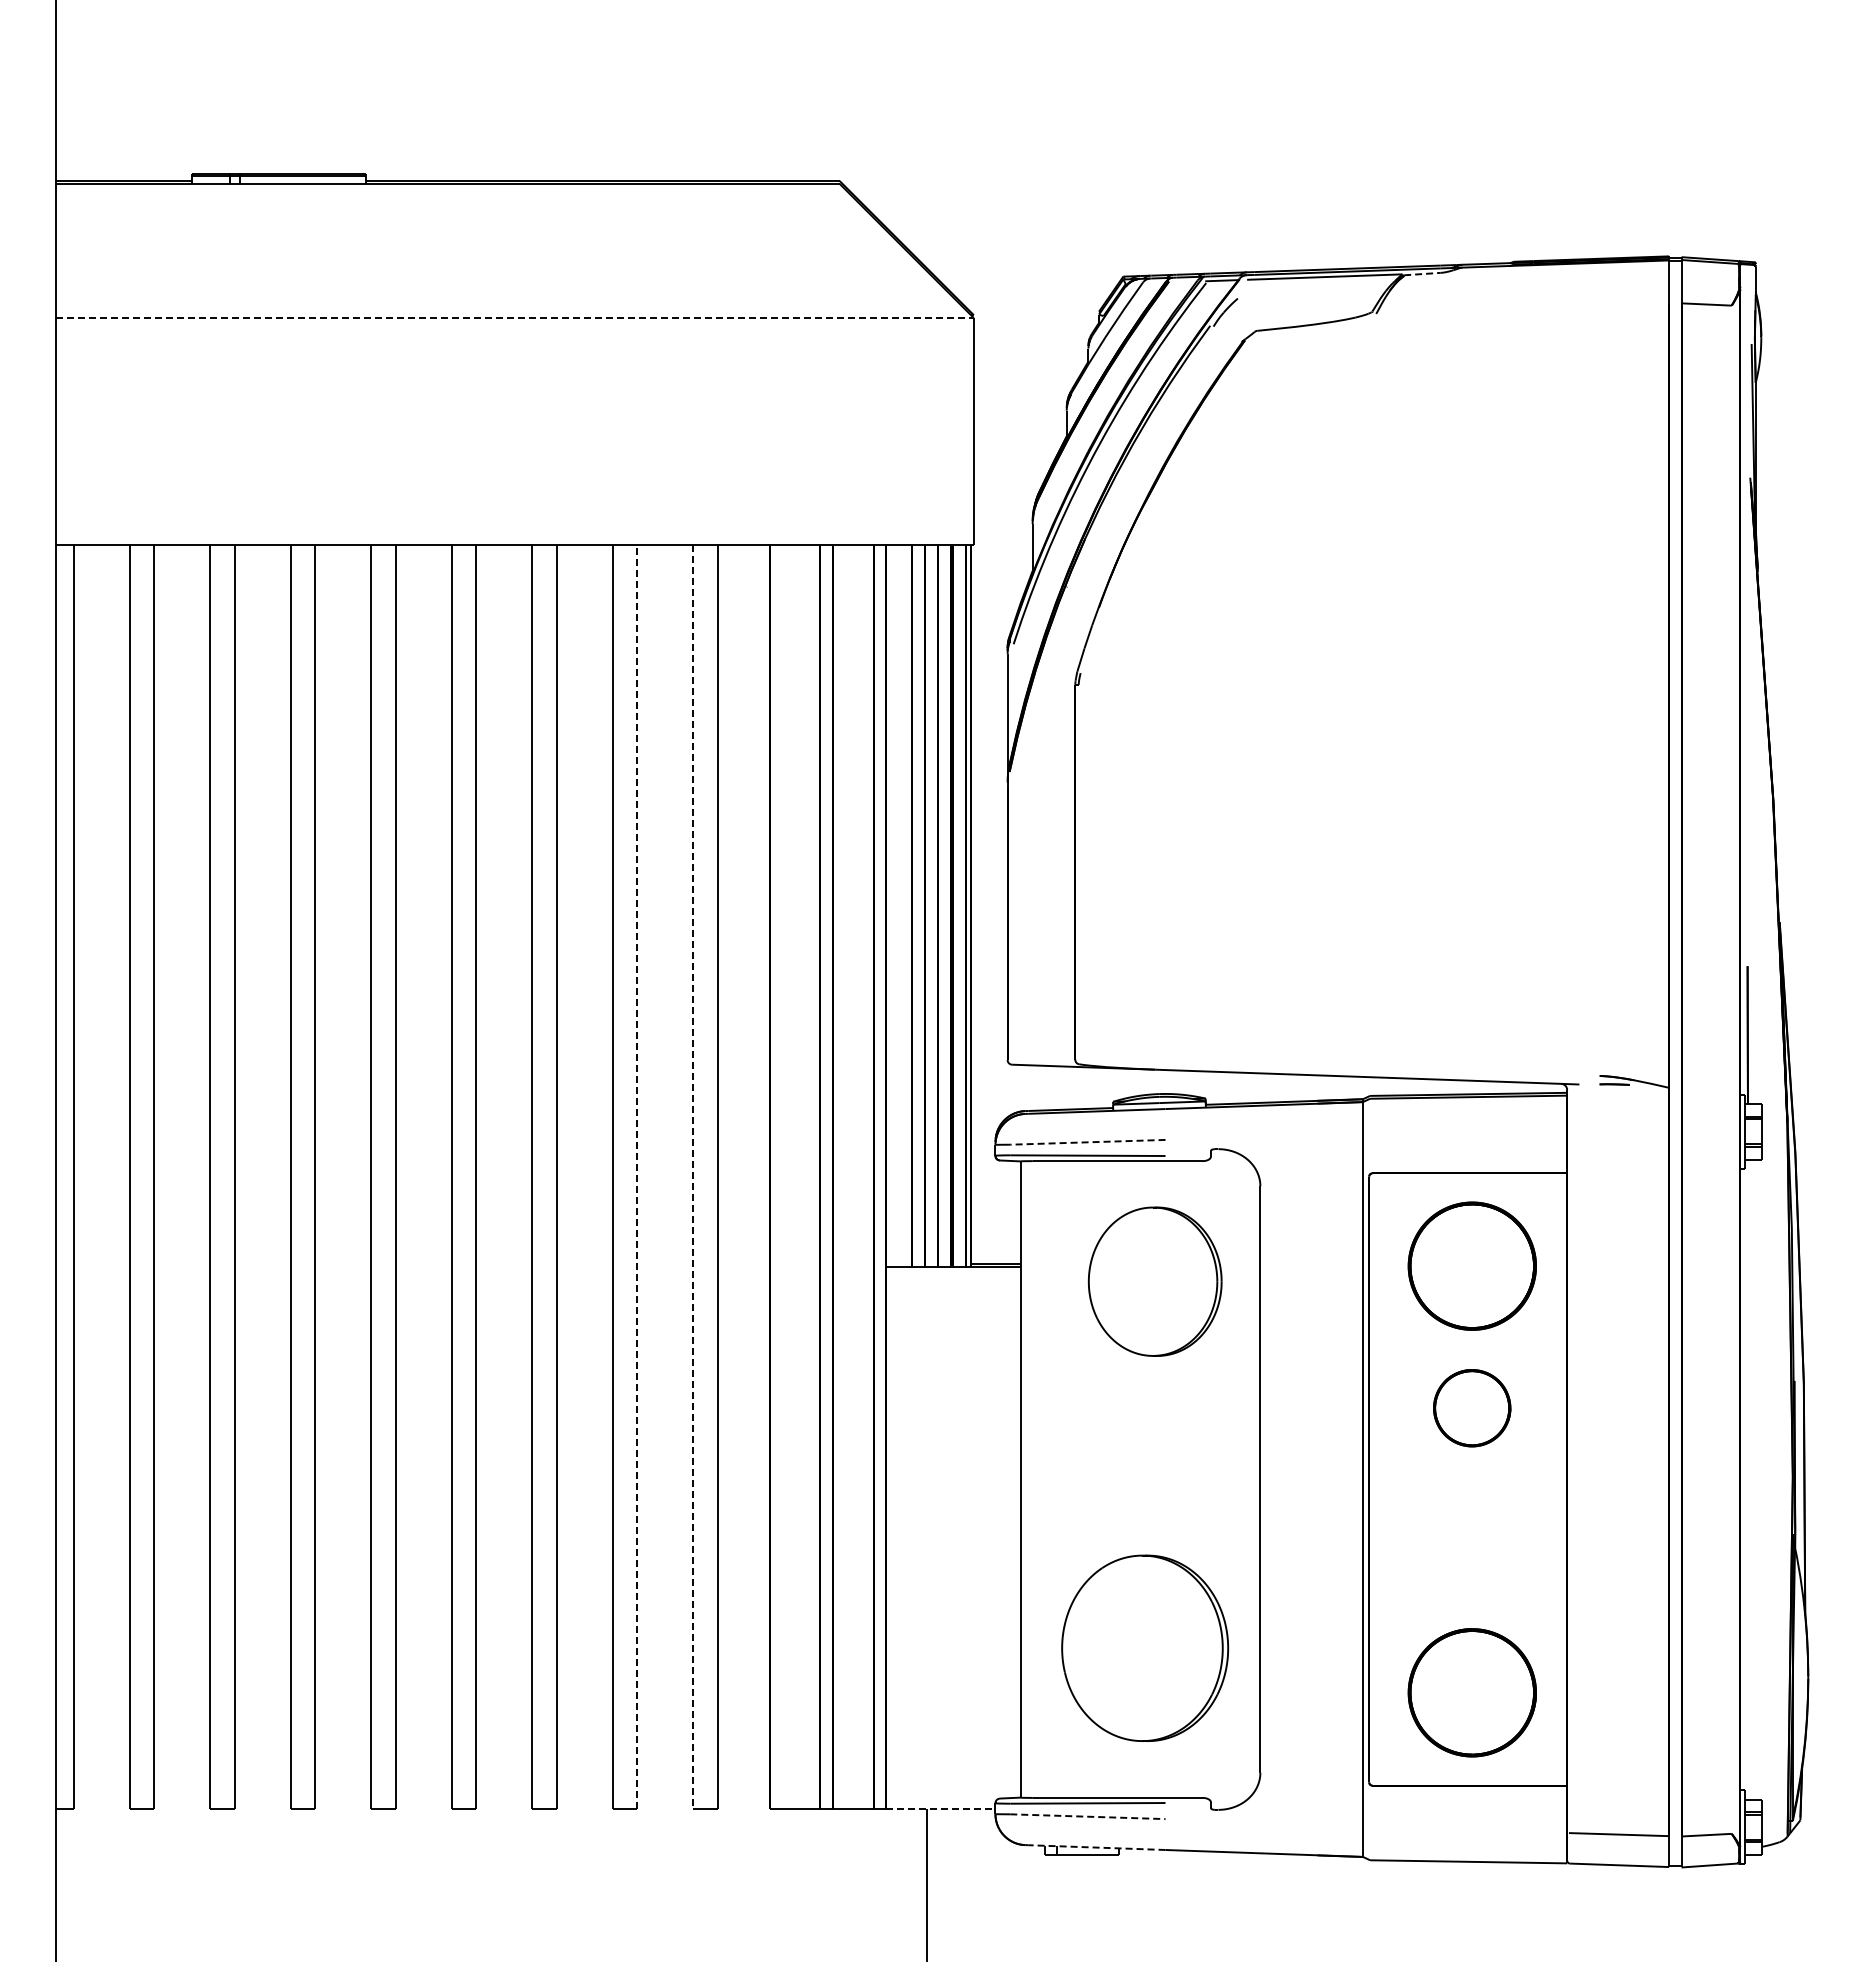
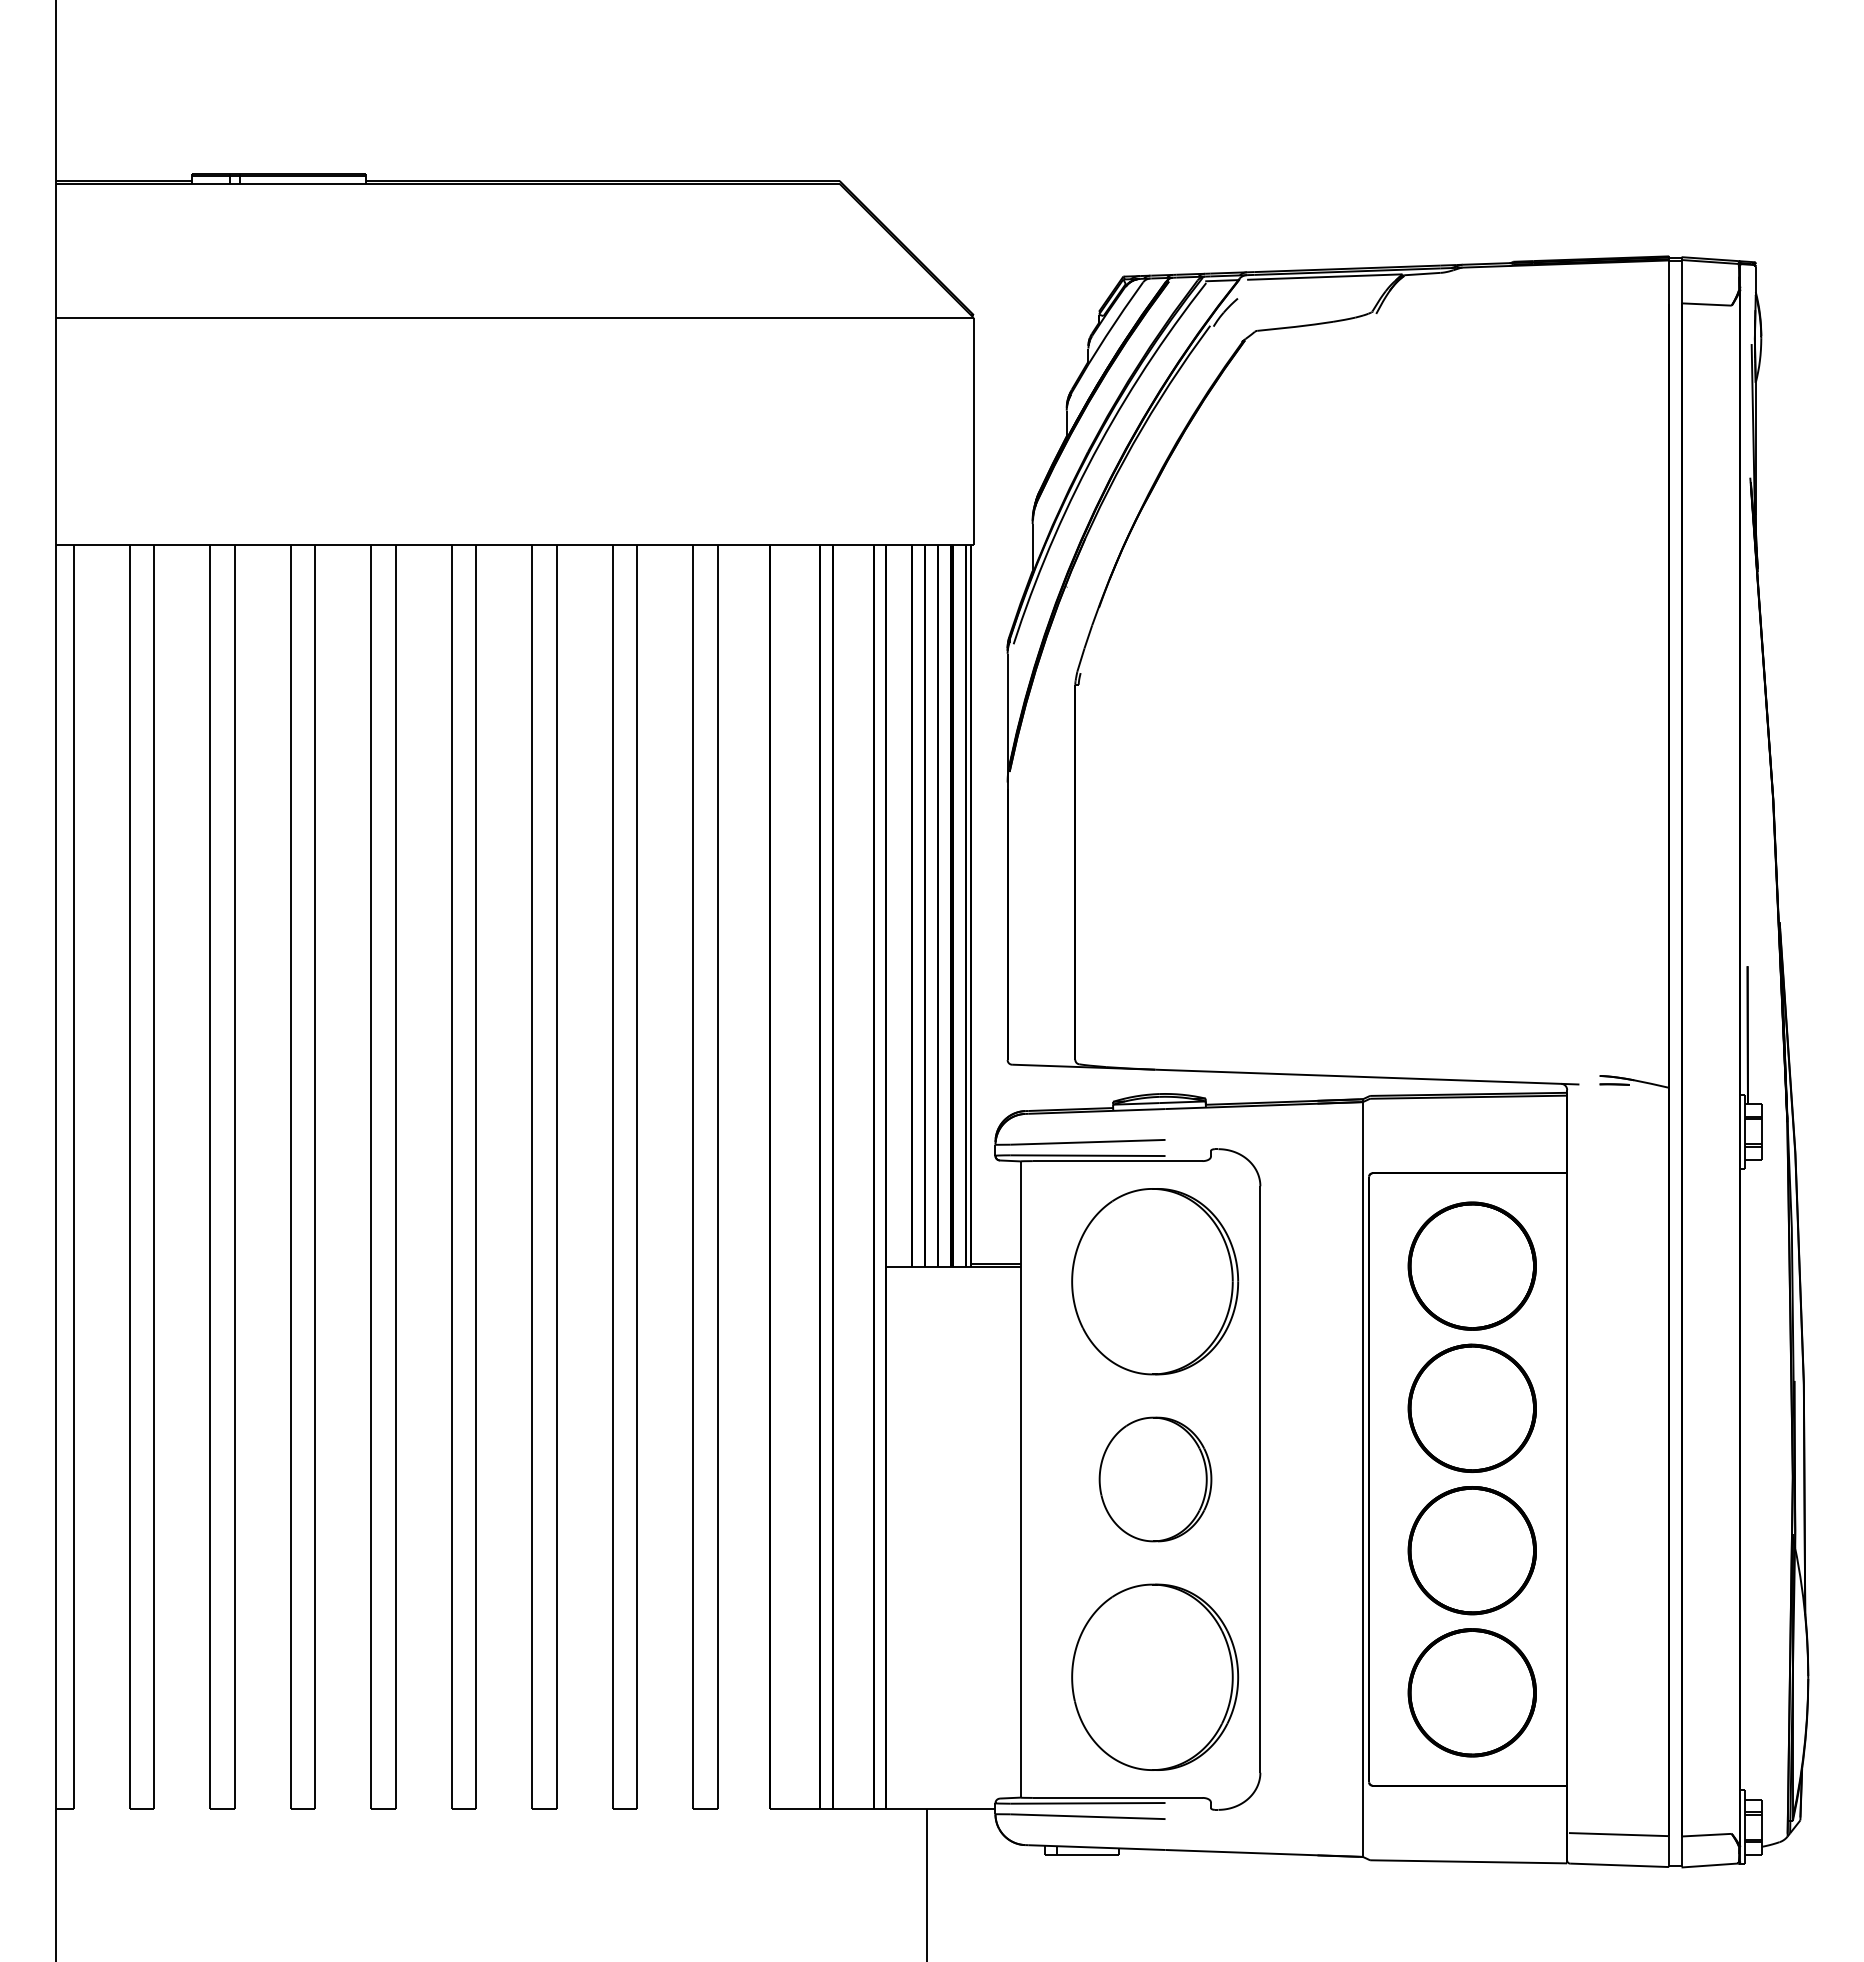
line at (1422, 274): dashed -> solid
line at (515, 318): dashed -> solid
line at (1087, 1142): dashed -> solid
line at (637, 1176): dashed -> solid
line at (693, 1176): dashed -> solid
part at (1154, 1281) size: 136x151 px -> 169x188 px
part at (1472, 1408) size: 79x79 px -> 130x130 px
part at (1155, 1479): none -> present
part at (1471, 1550): none -> present
part at (1145, 1647) position: (1145, 1647) -> (1155, 1676)
line at (940, 1808): dashed -> solid
line at (1087, 1816): dashed -> solid
line at (1096, 1847): dashed -> solid
